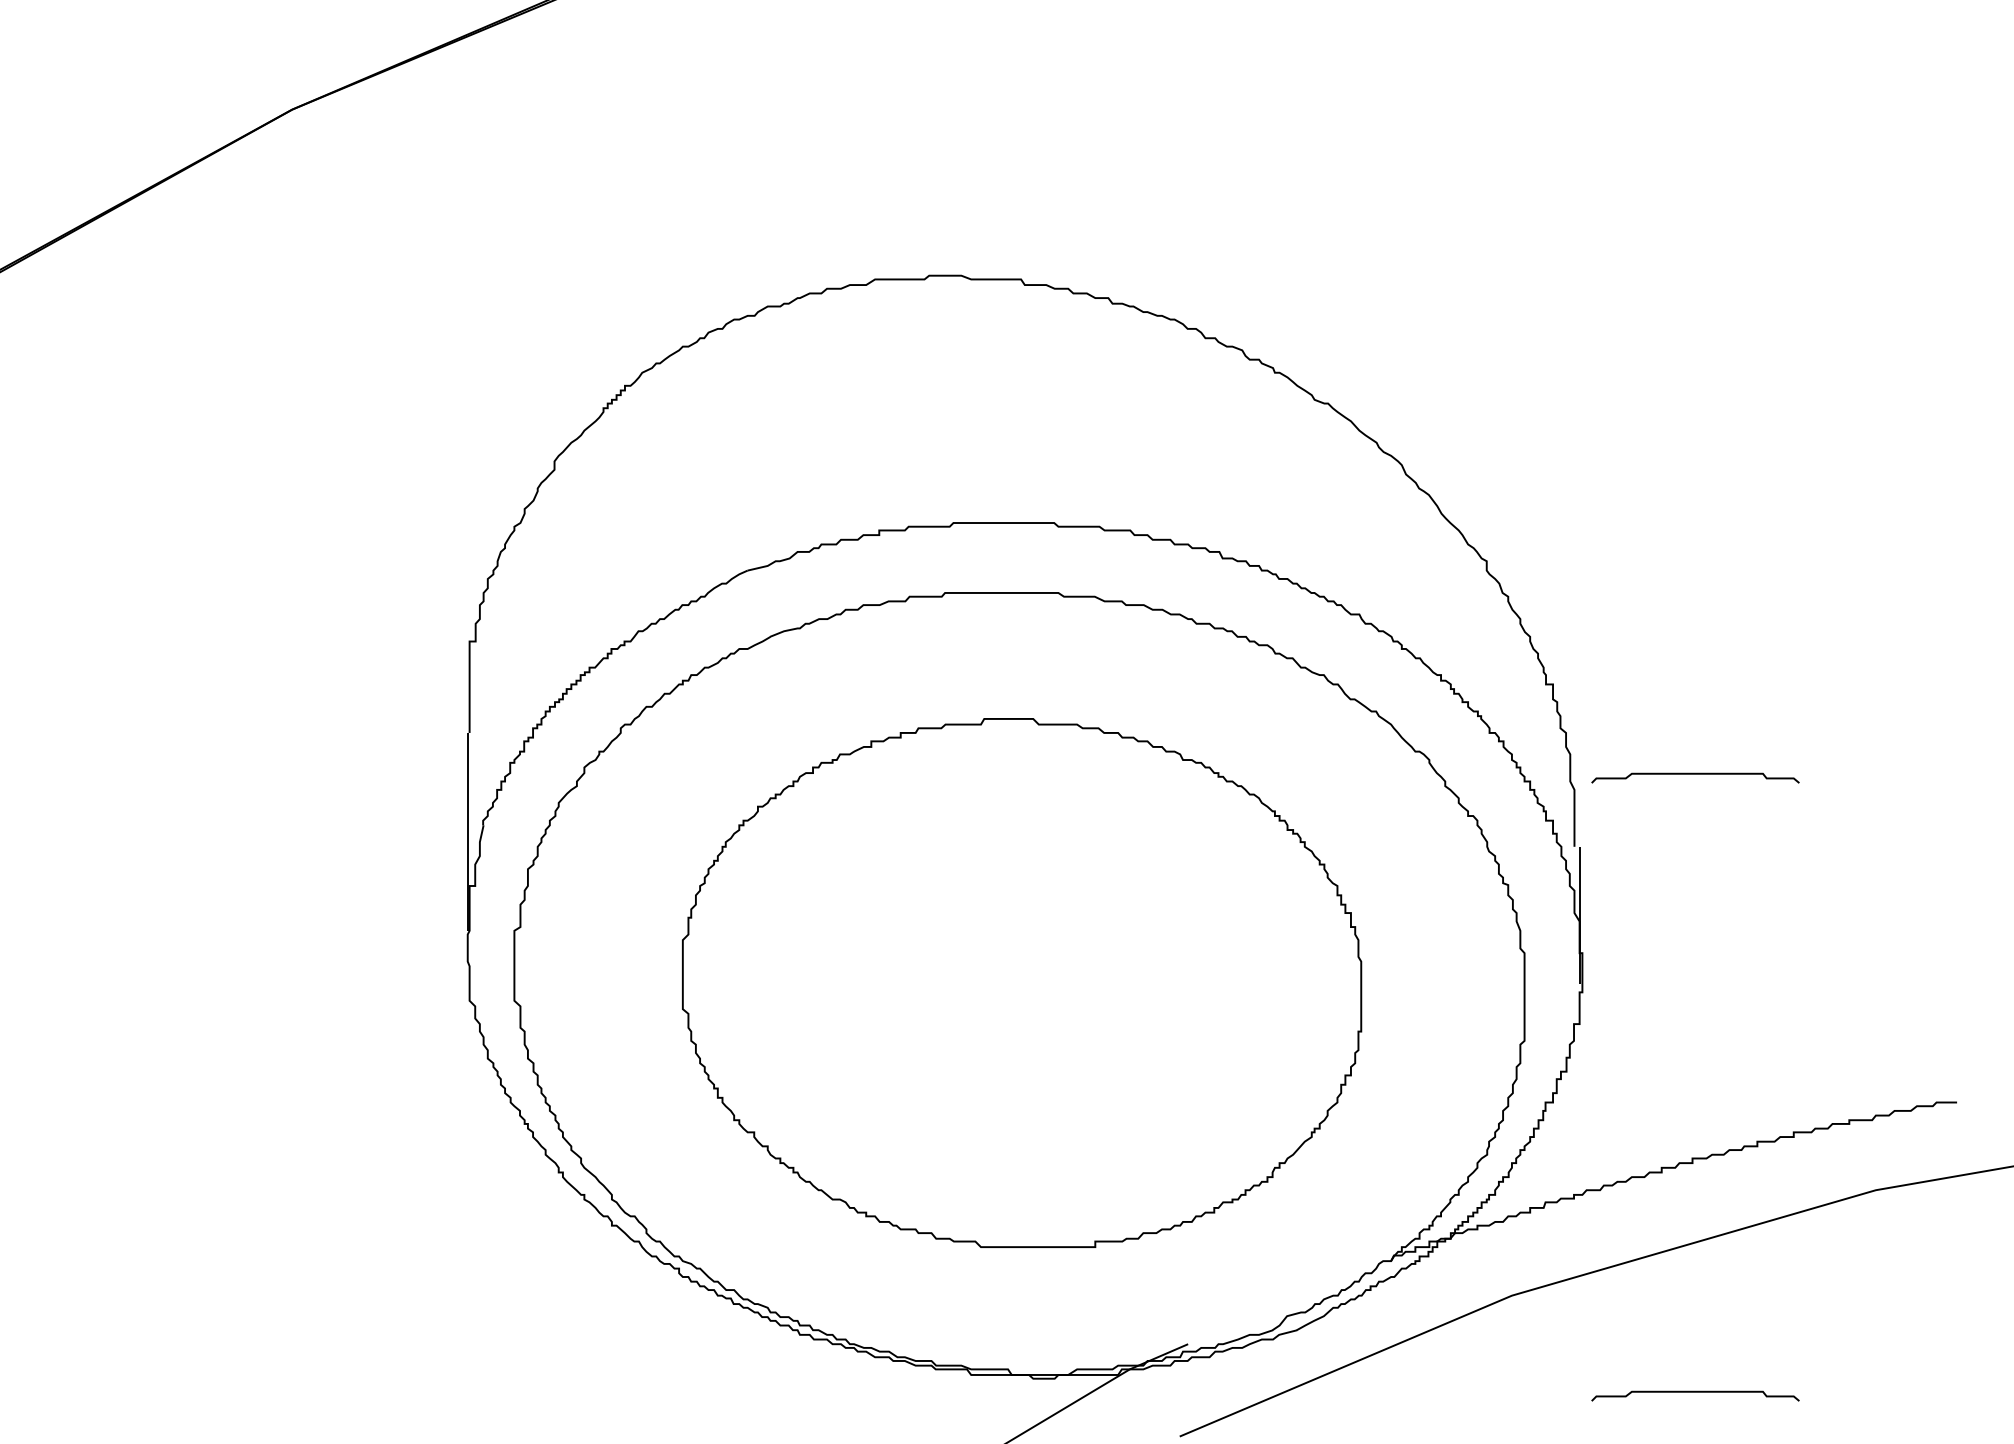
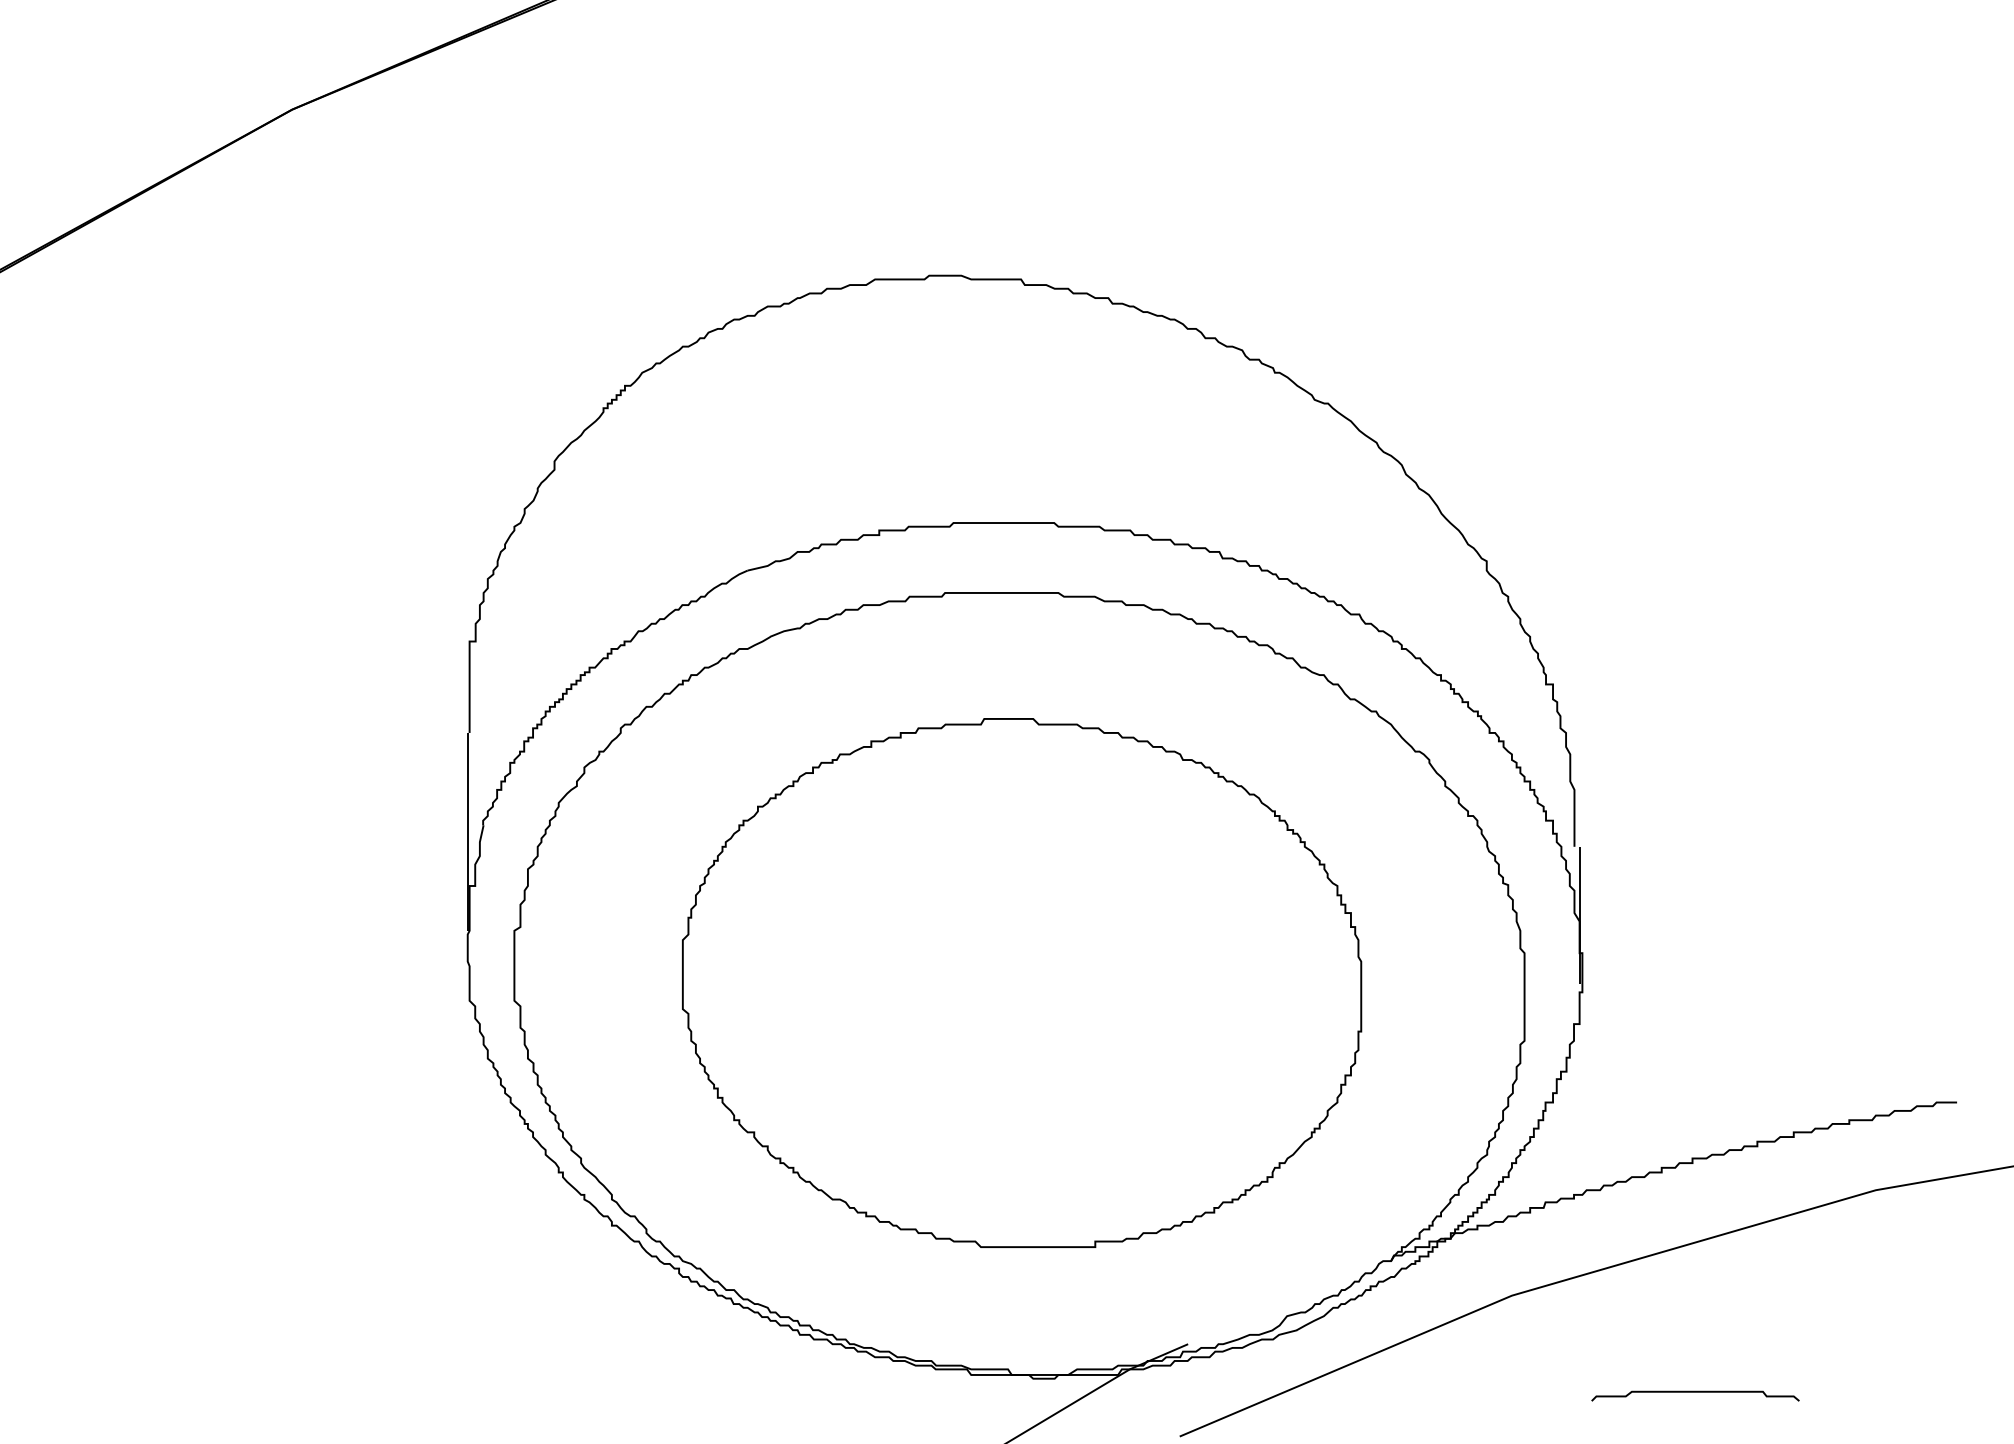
curve at (1695, 774): present -> none
